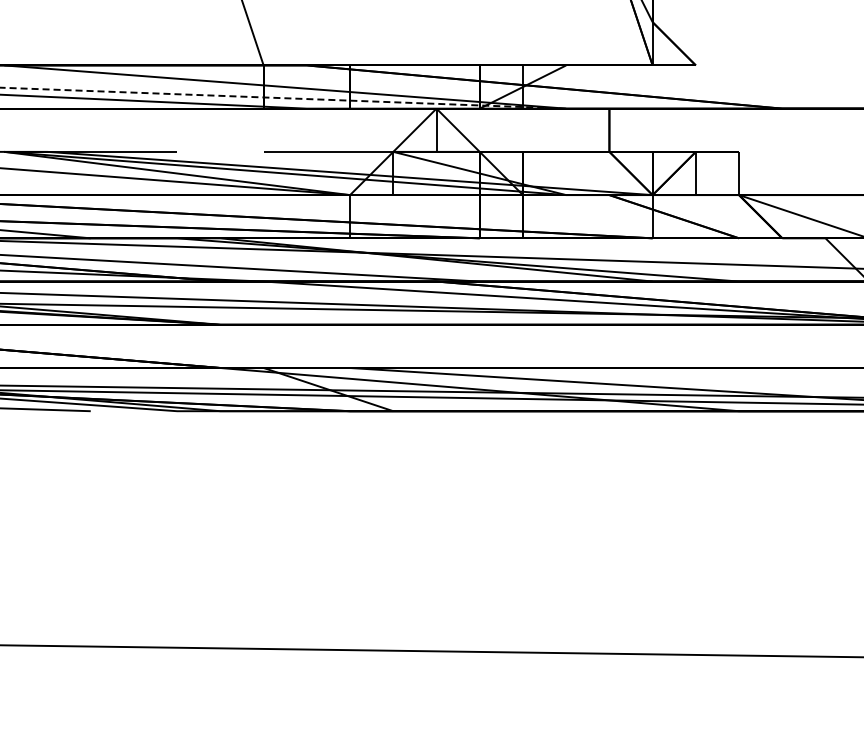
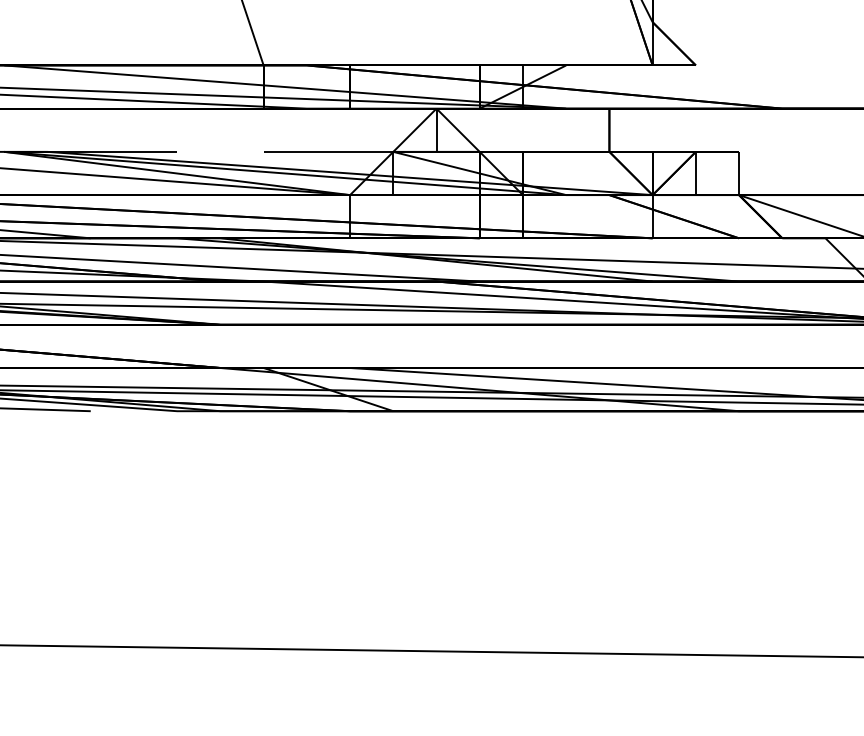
line at (283, 98): dashed -> solid
